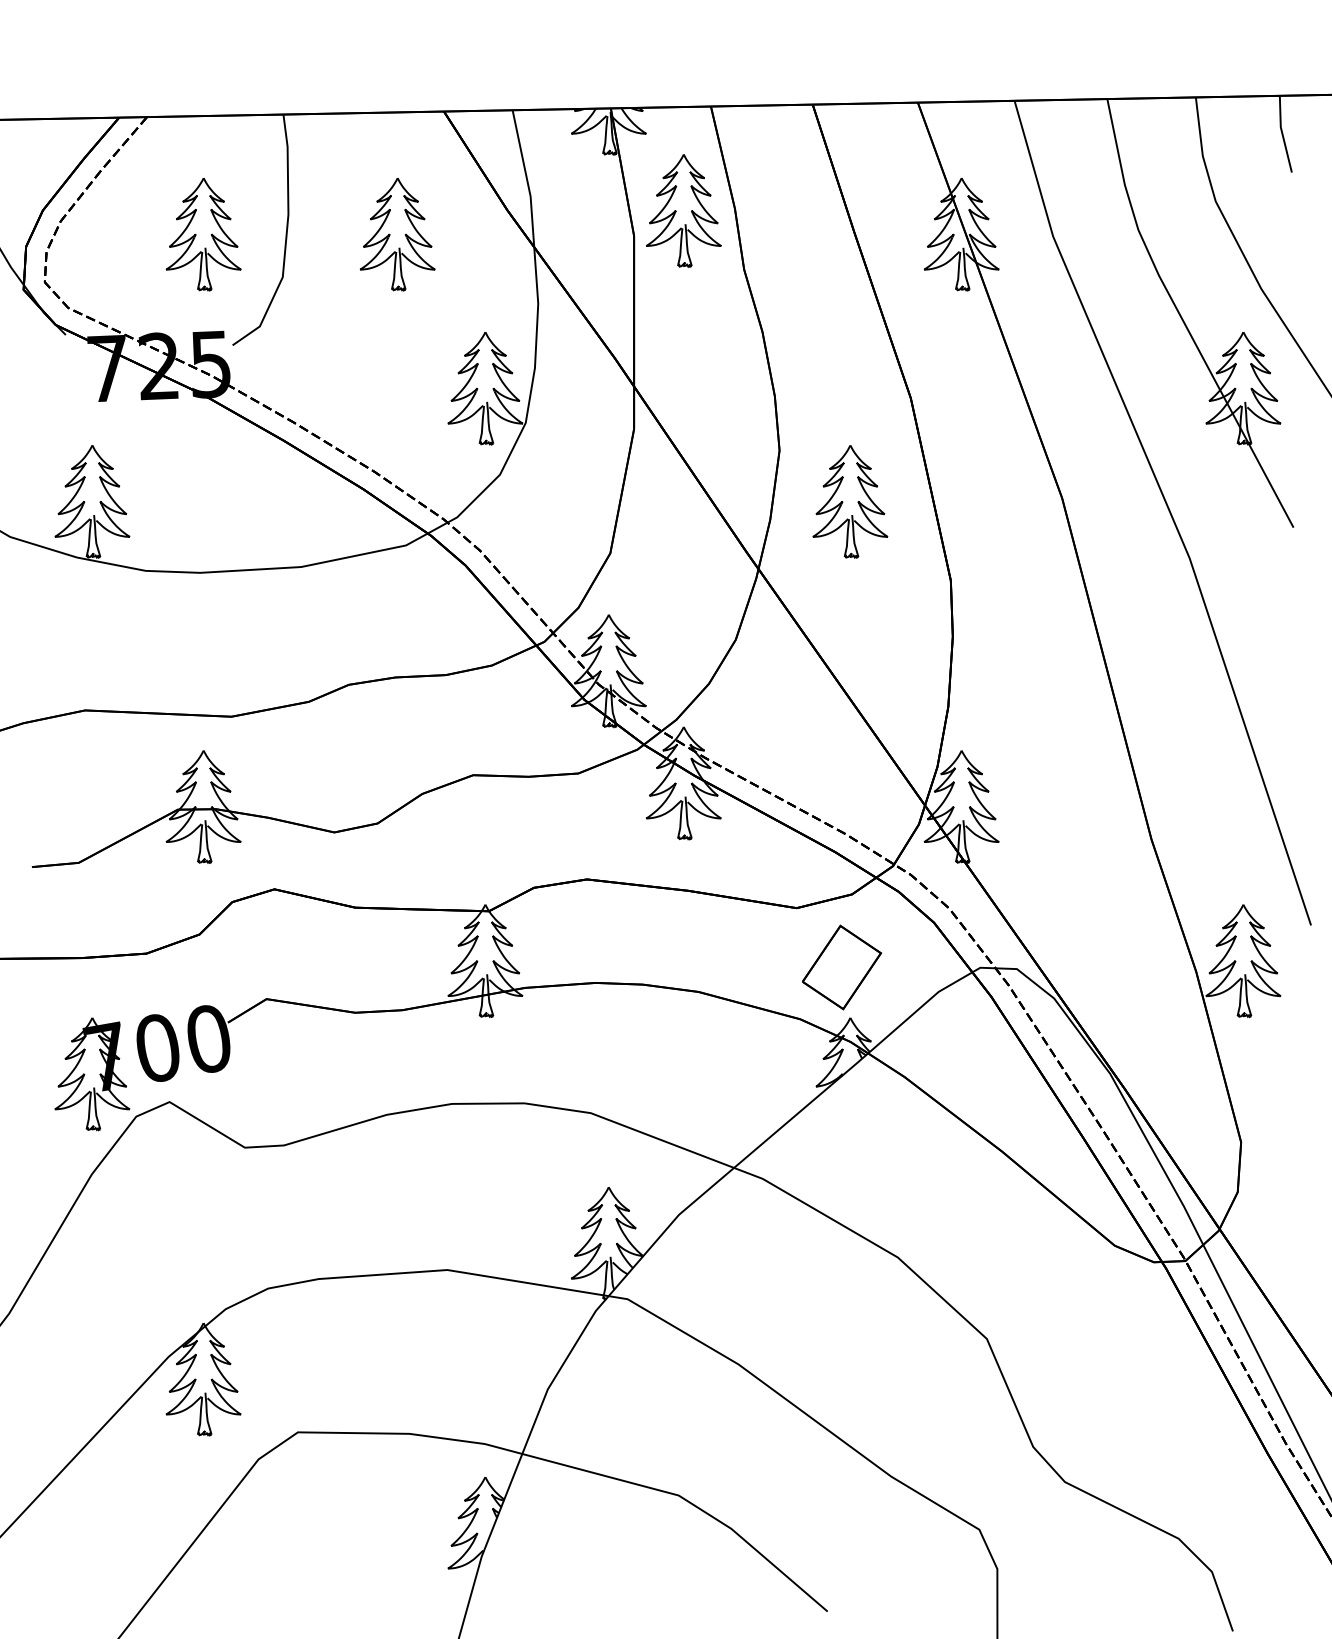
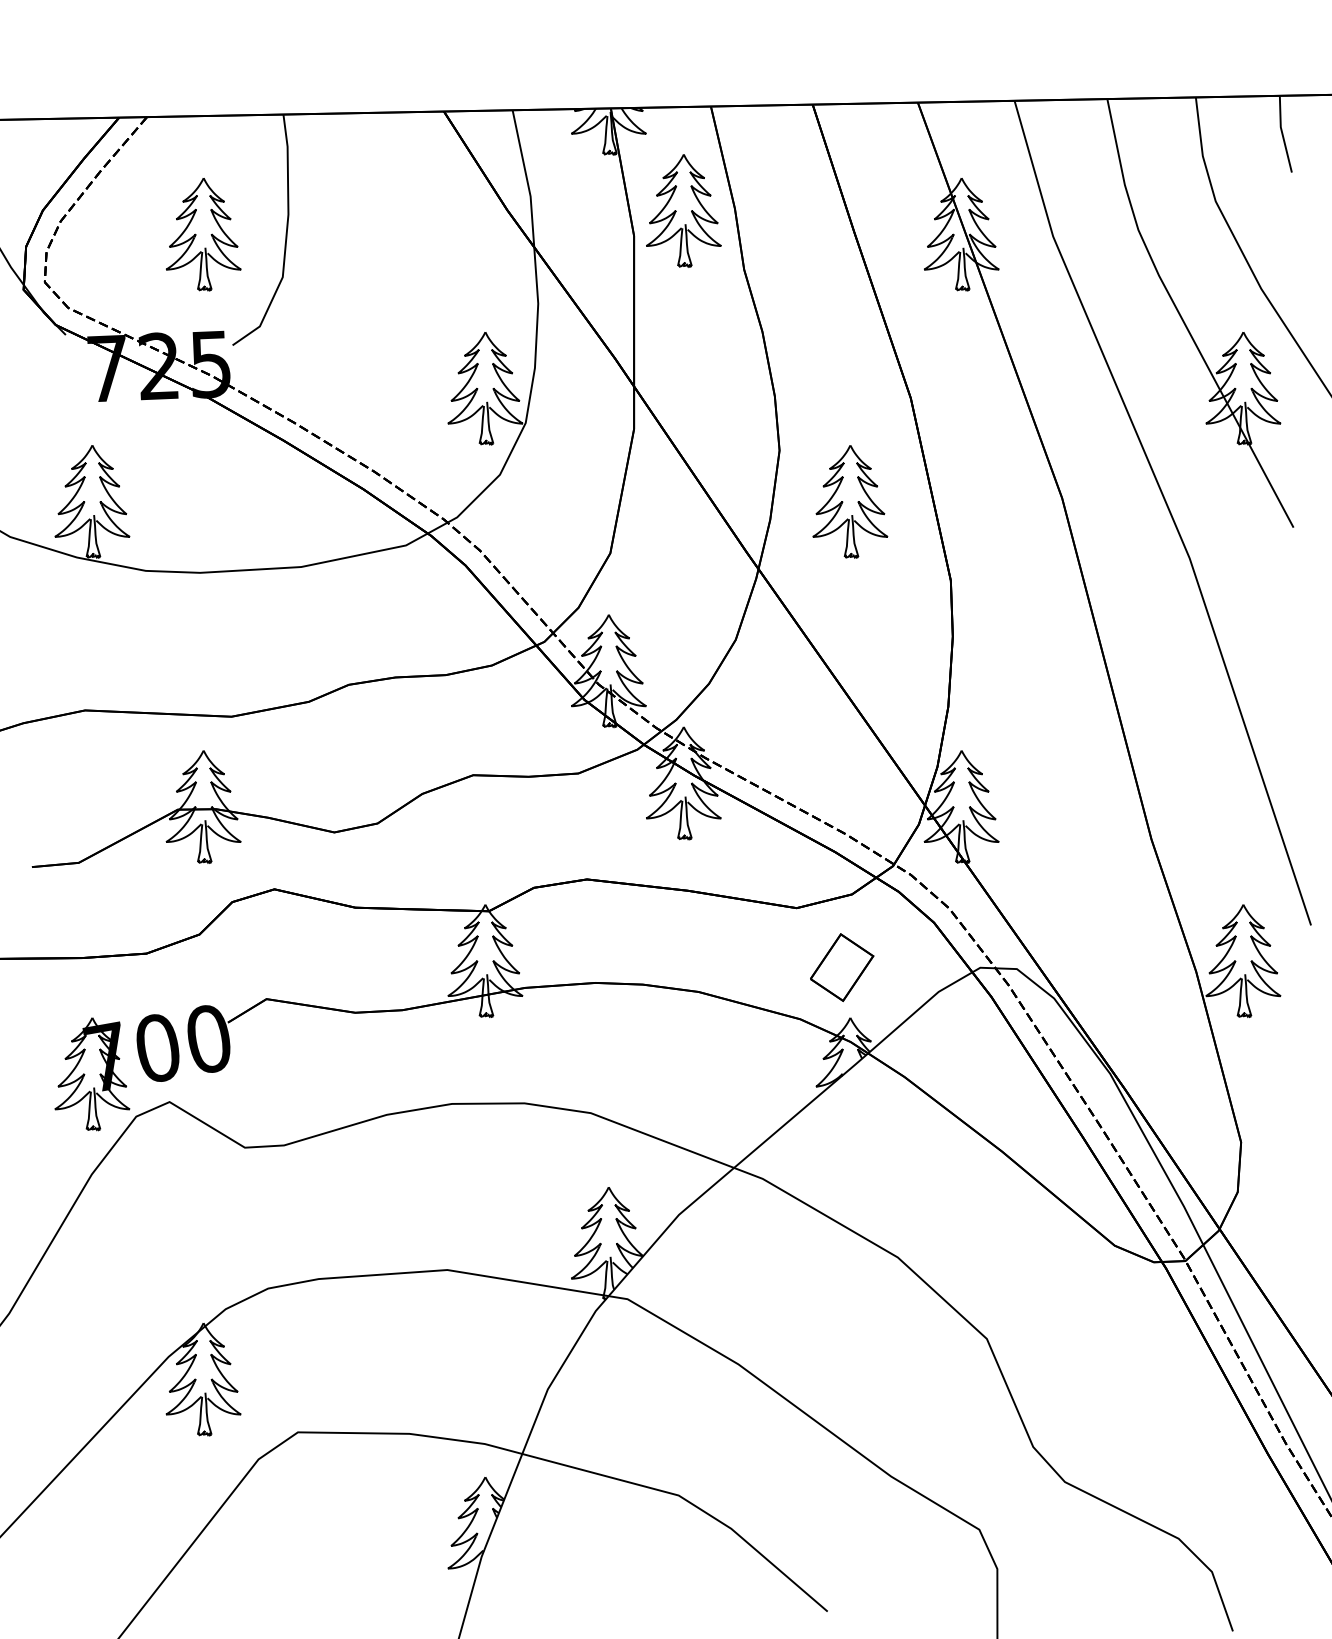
part at (397, 234): present -> none
part at (842, 967) size: 81x87 px -> 65x70 px
